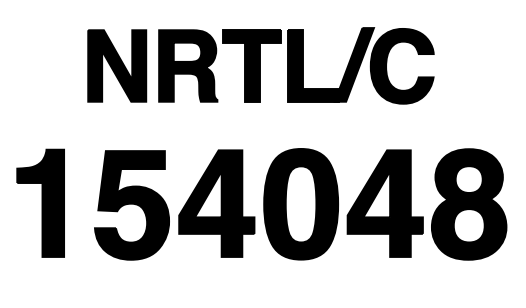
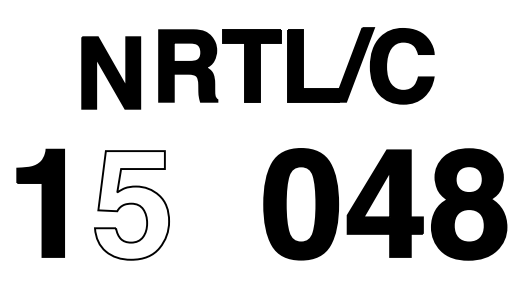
part at (117, 65) position: (117, 65) -> (111, 72)
part at (216, 203): present -> none
fill at (131, 205): present -> none
